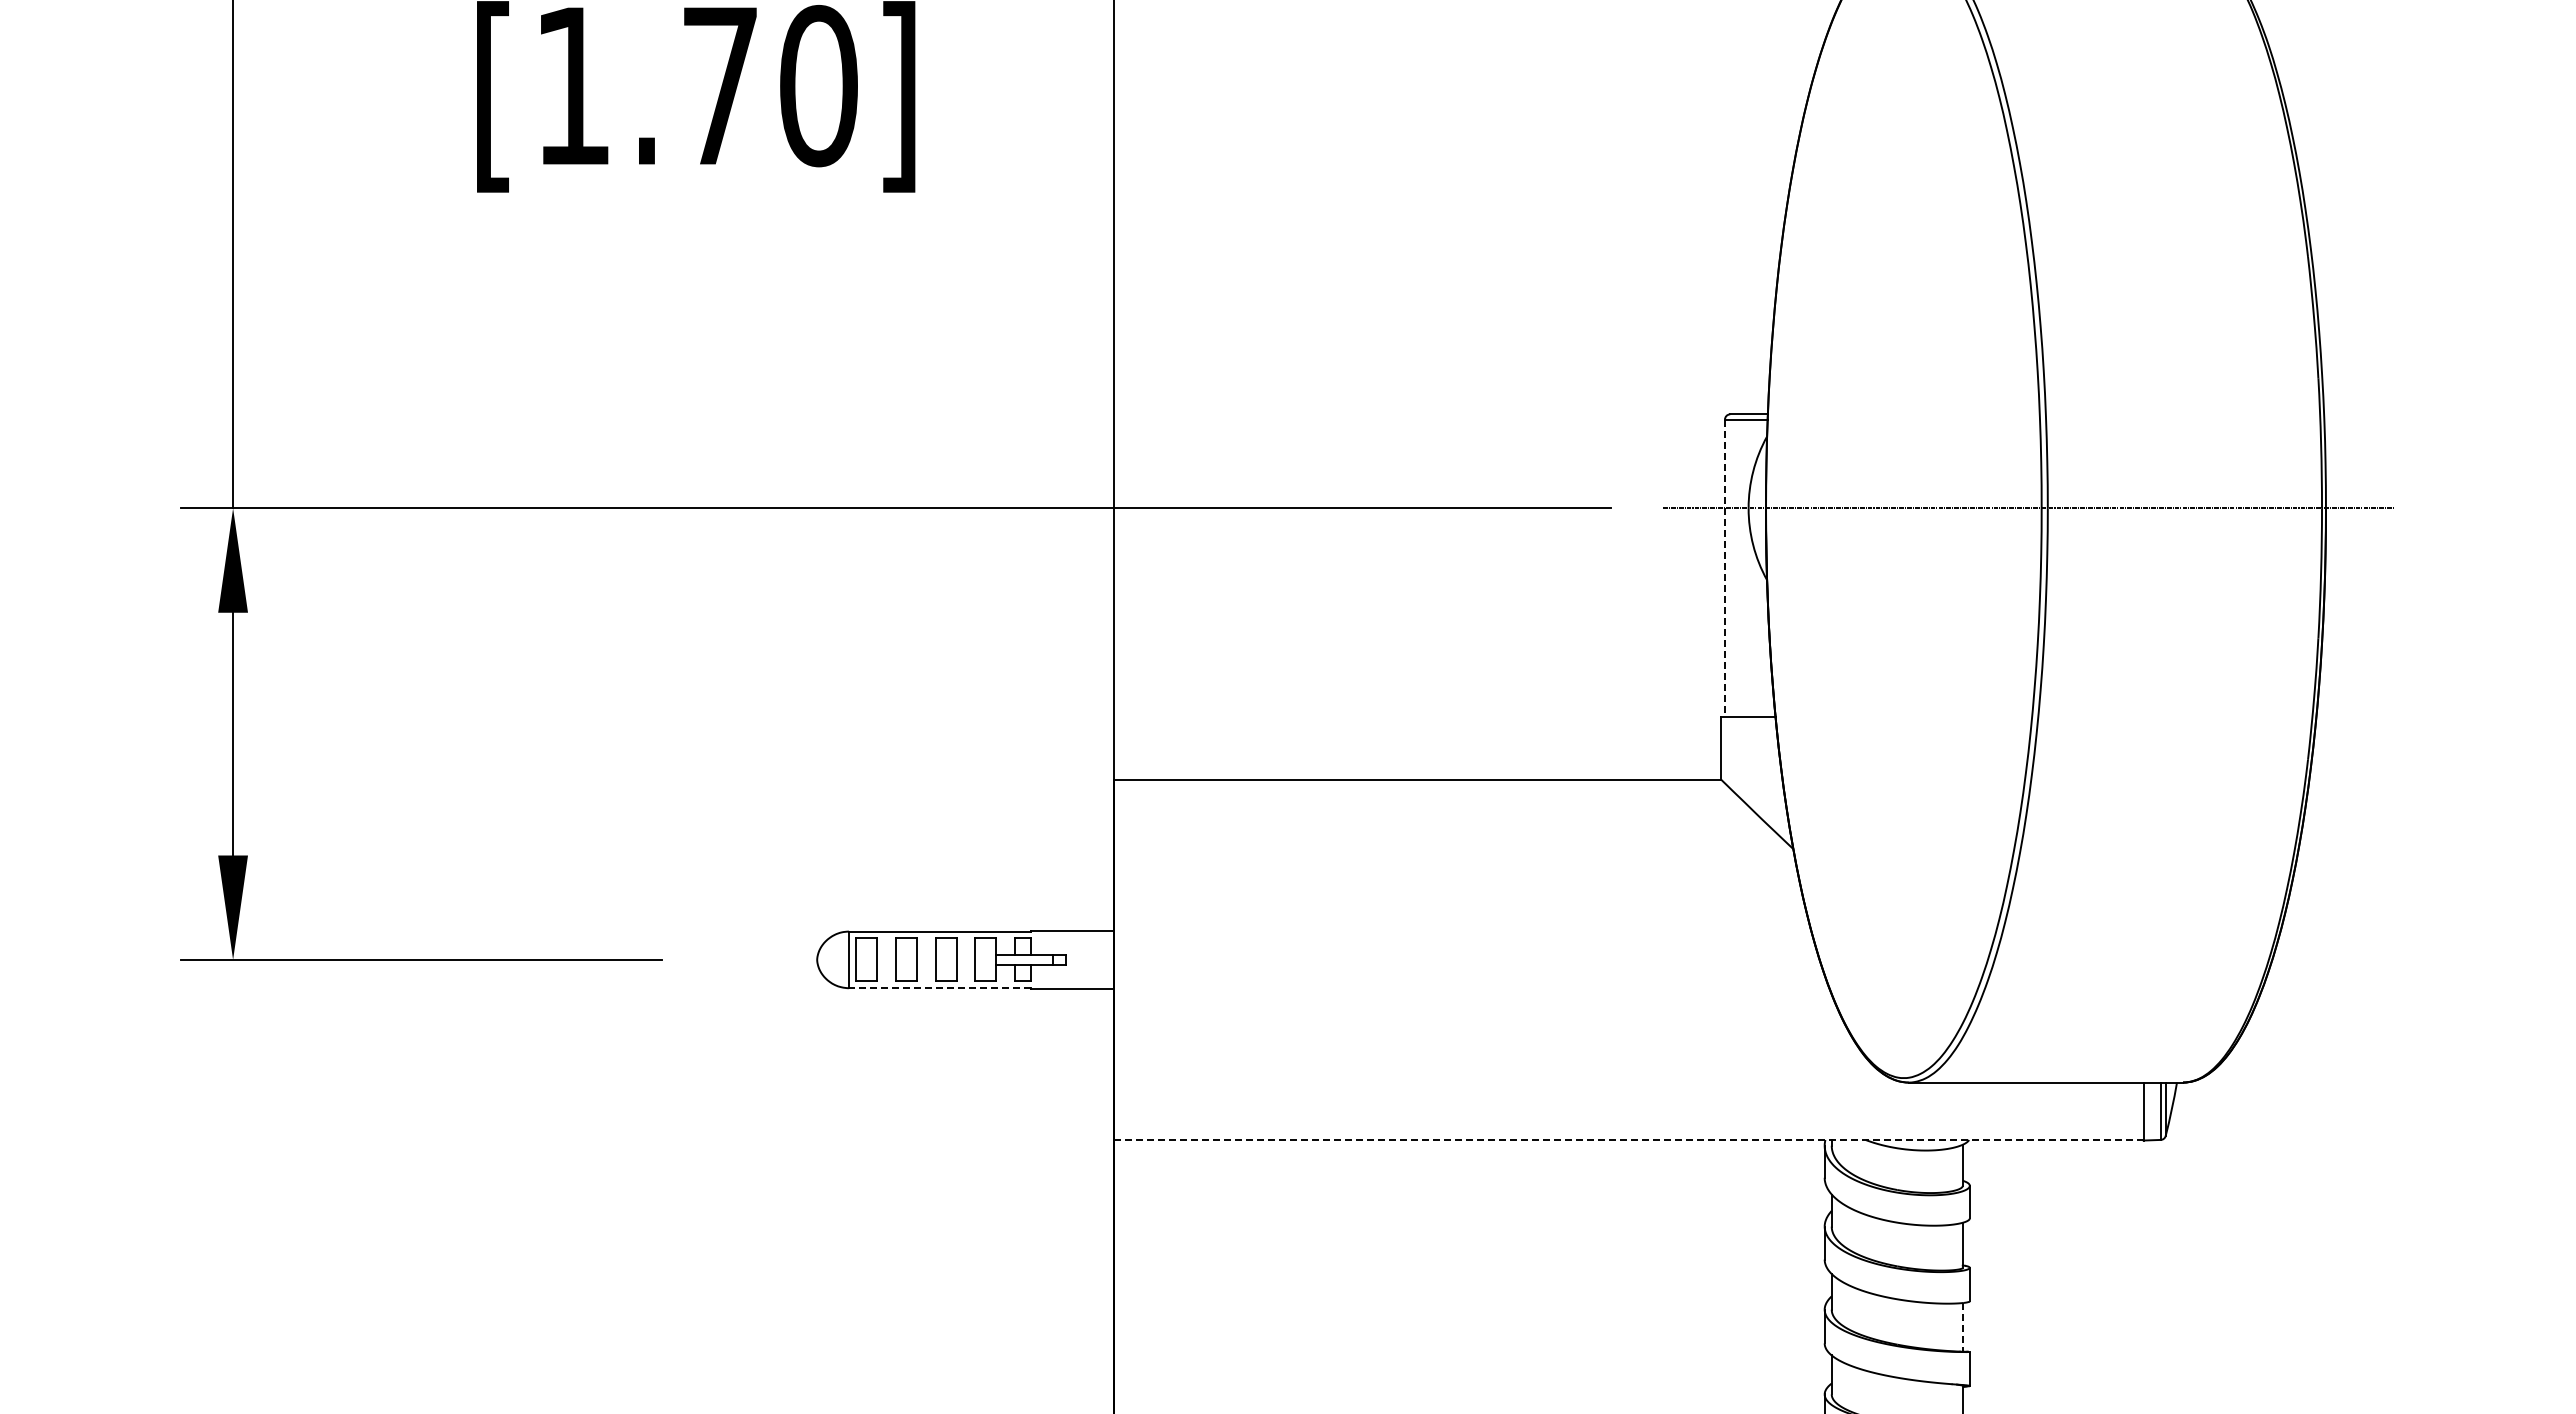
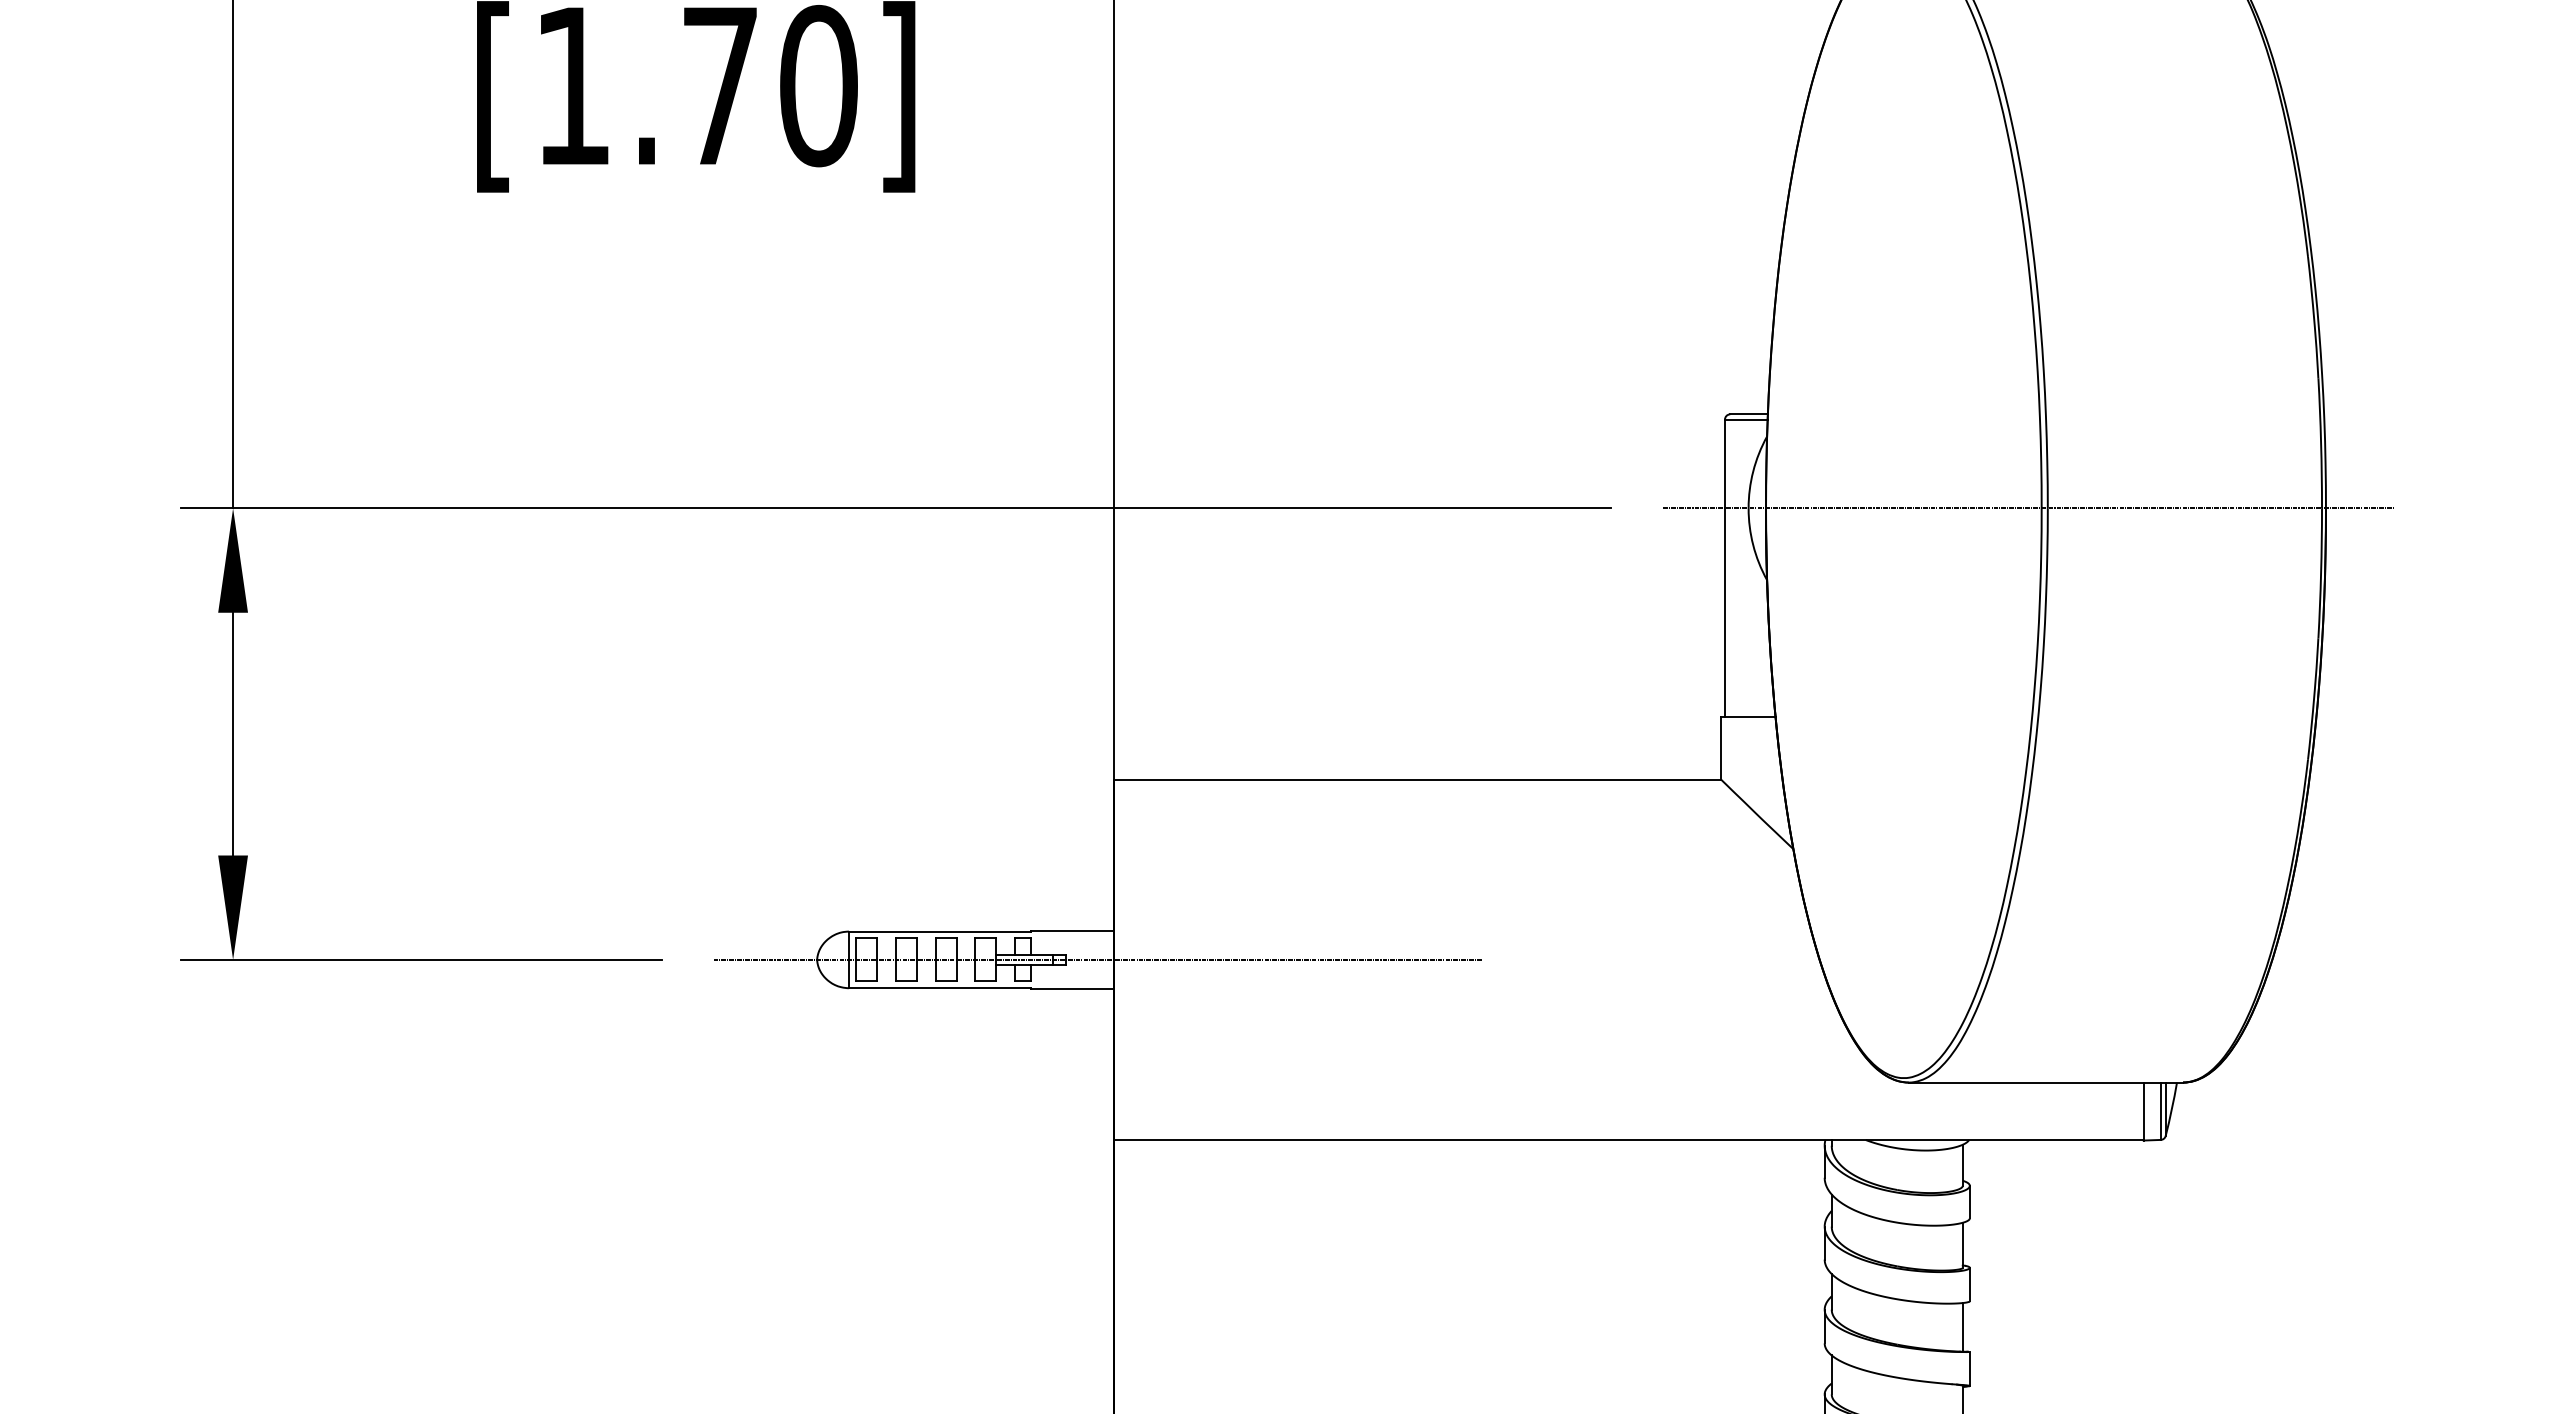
line at (1725, 568): dashed -> solid
line at (1097, 959): none -> present
line at (939, 988): dashed -> solid
line at (1628, 1140): dashed -> solid
line at (1962, 1327): dashed -> solid
